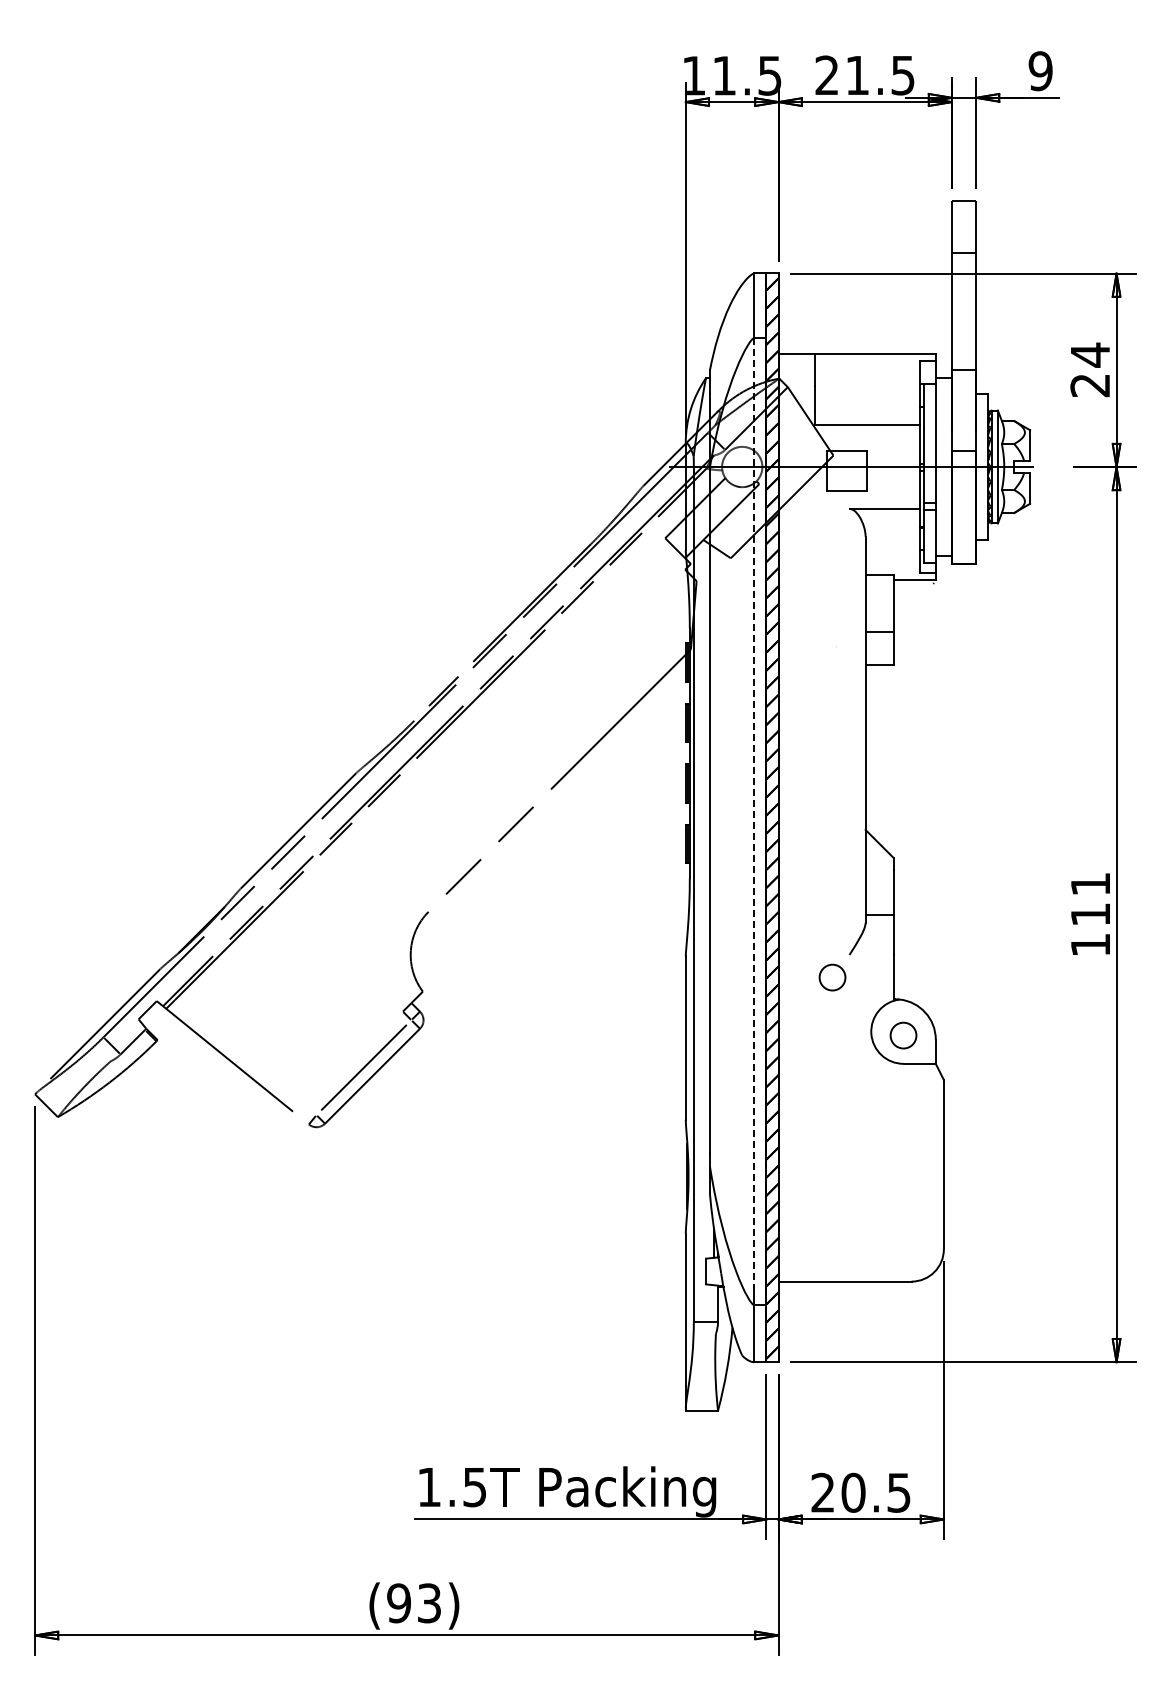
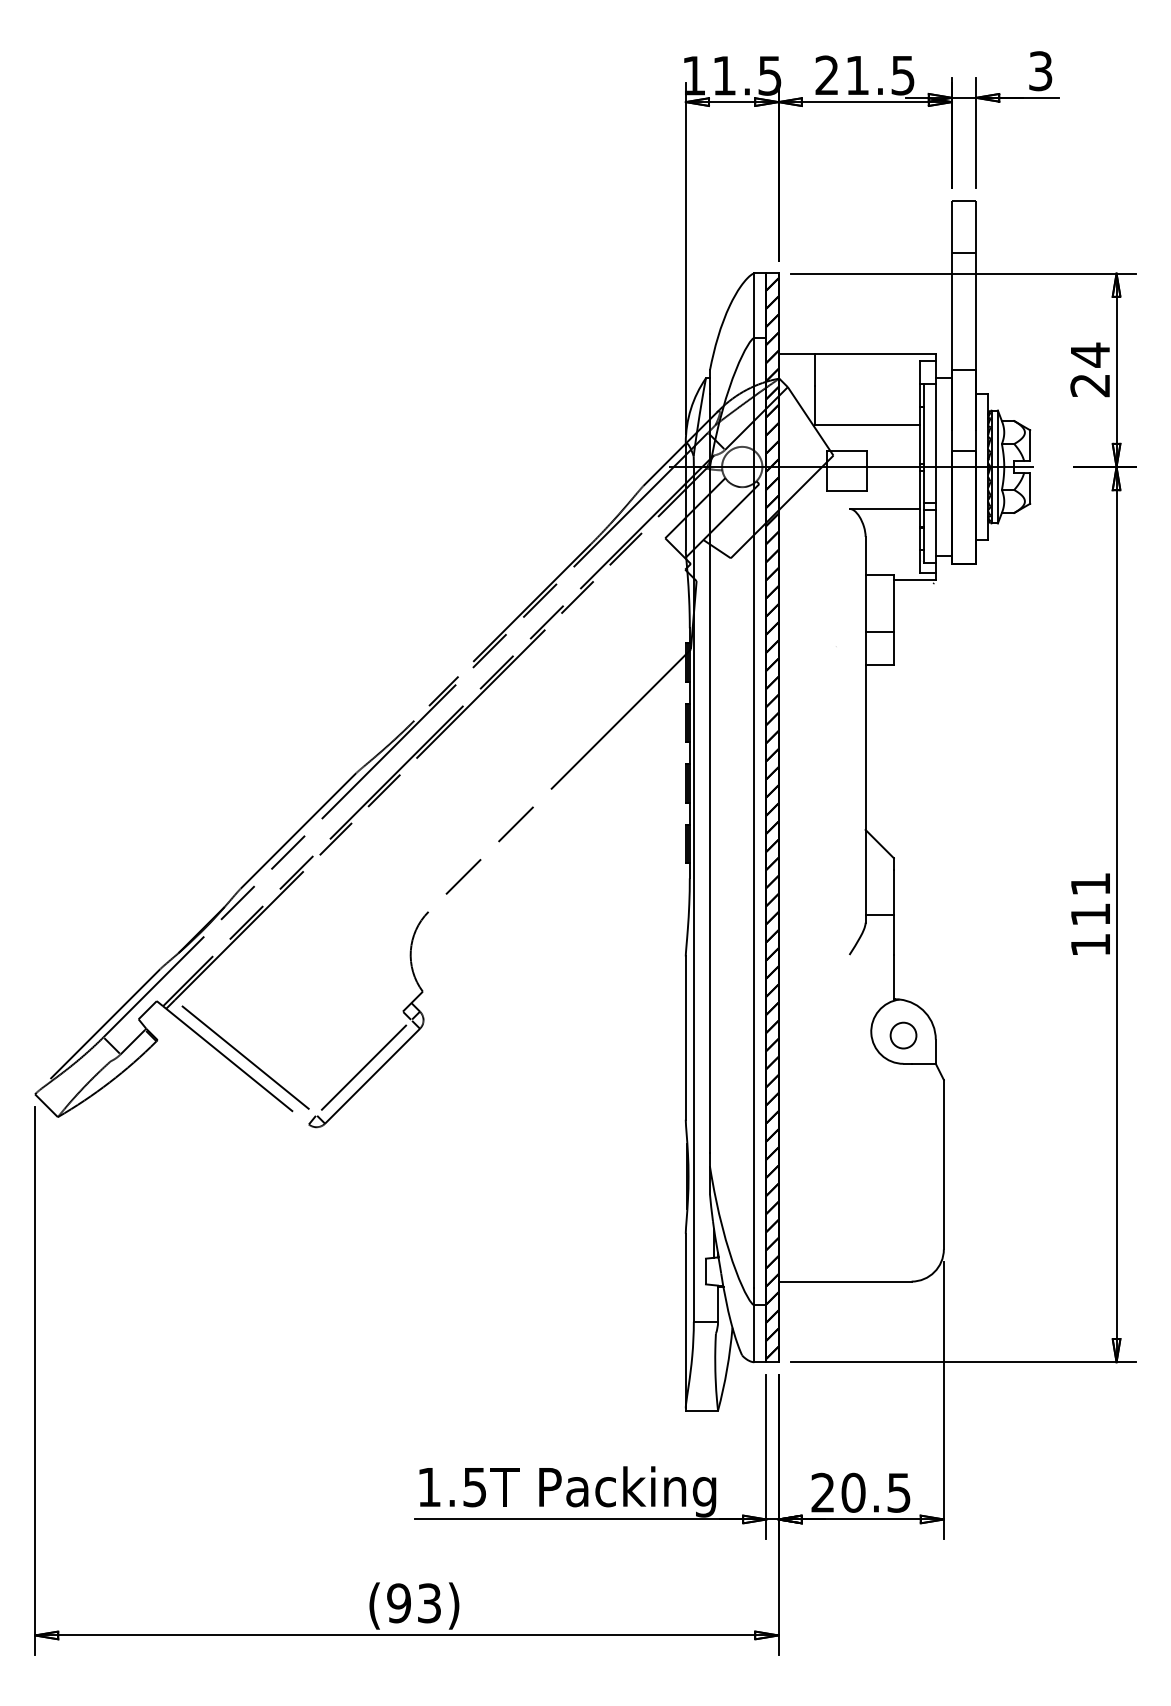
text at (1040, 71): 9 -> 3
line at (754, 813): dashed -> solid
circle at (832, 977): present -> none
line at (245, 1057): none -> present
